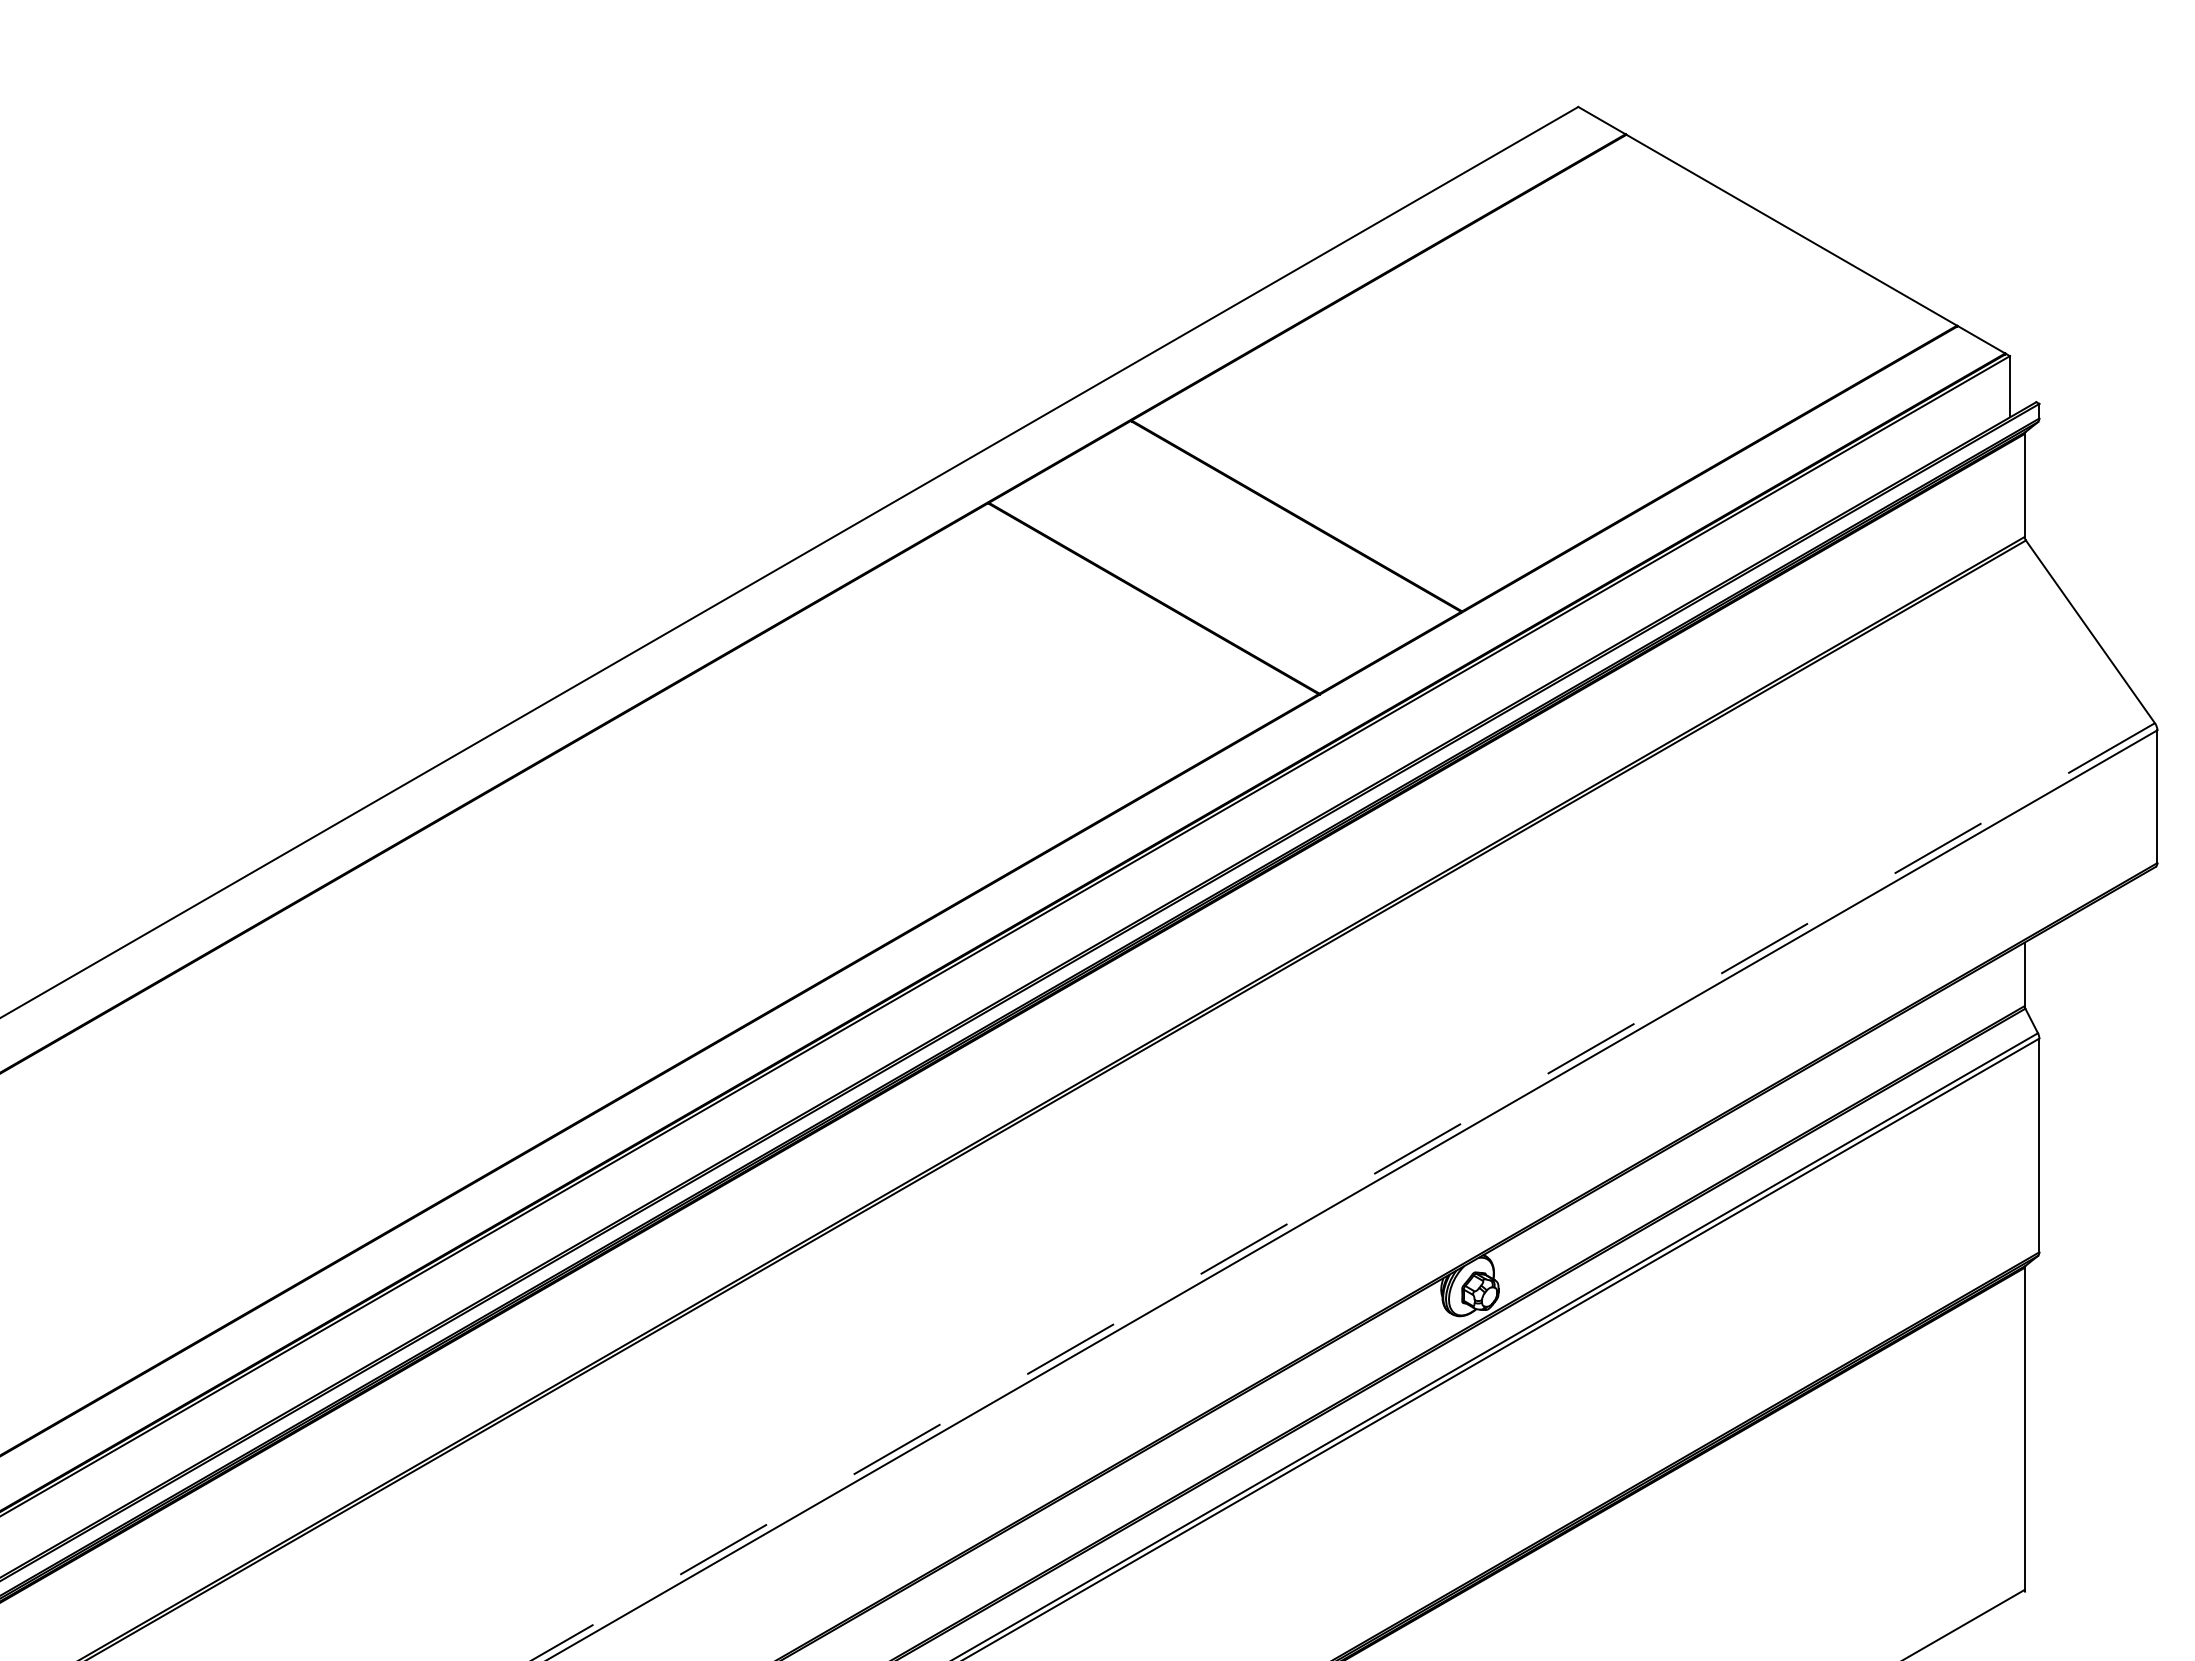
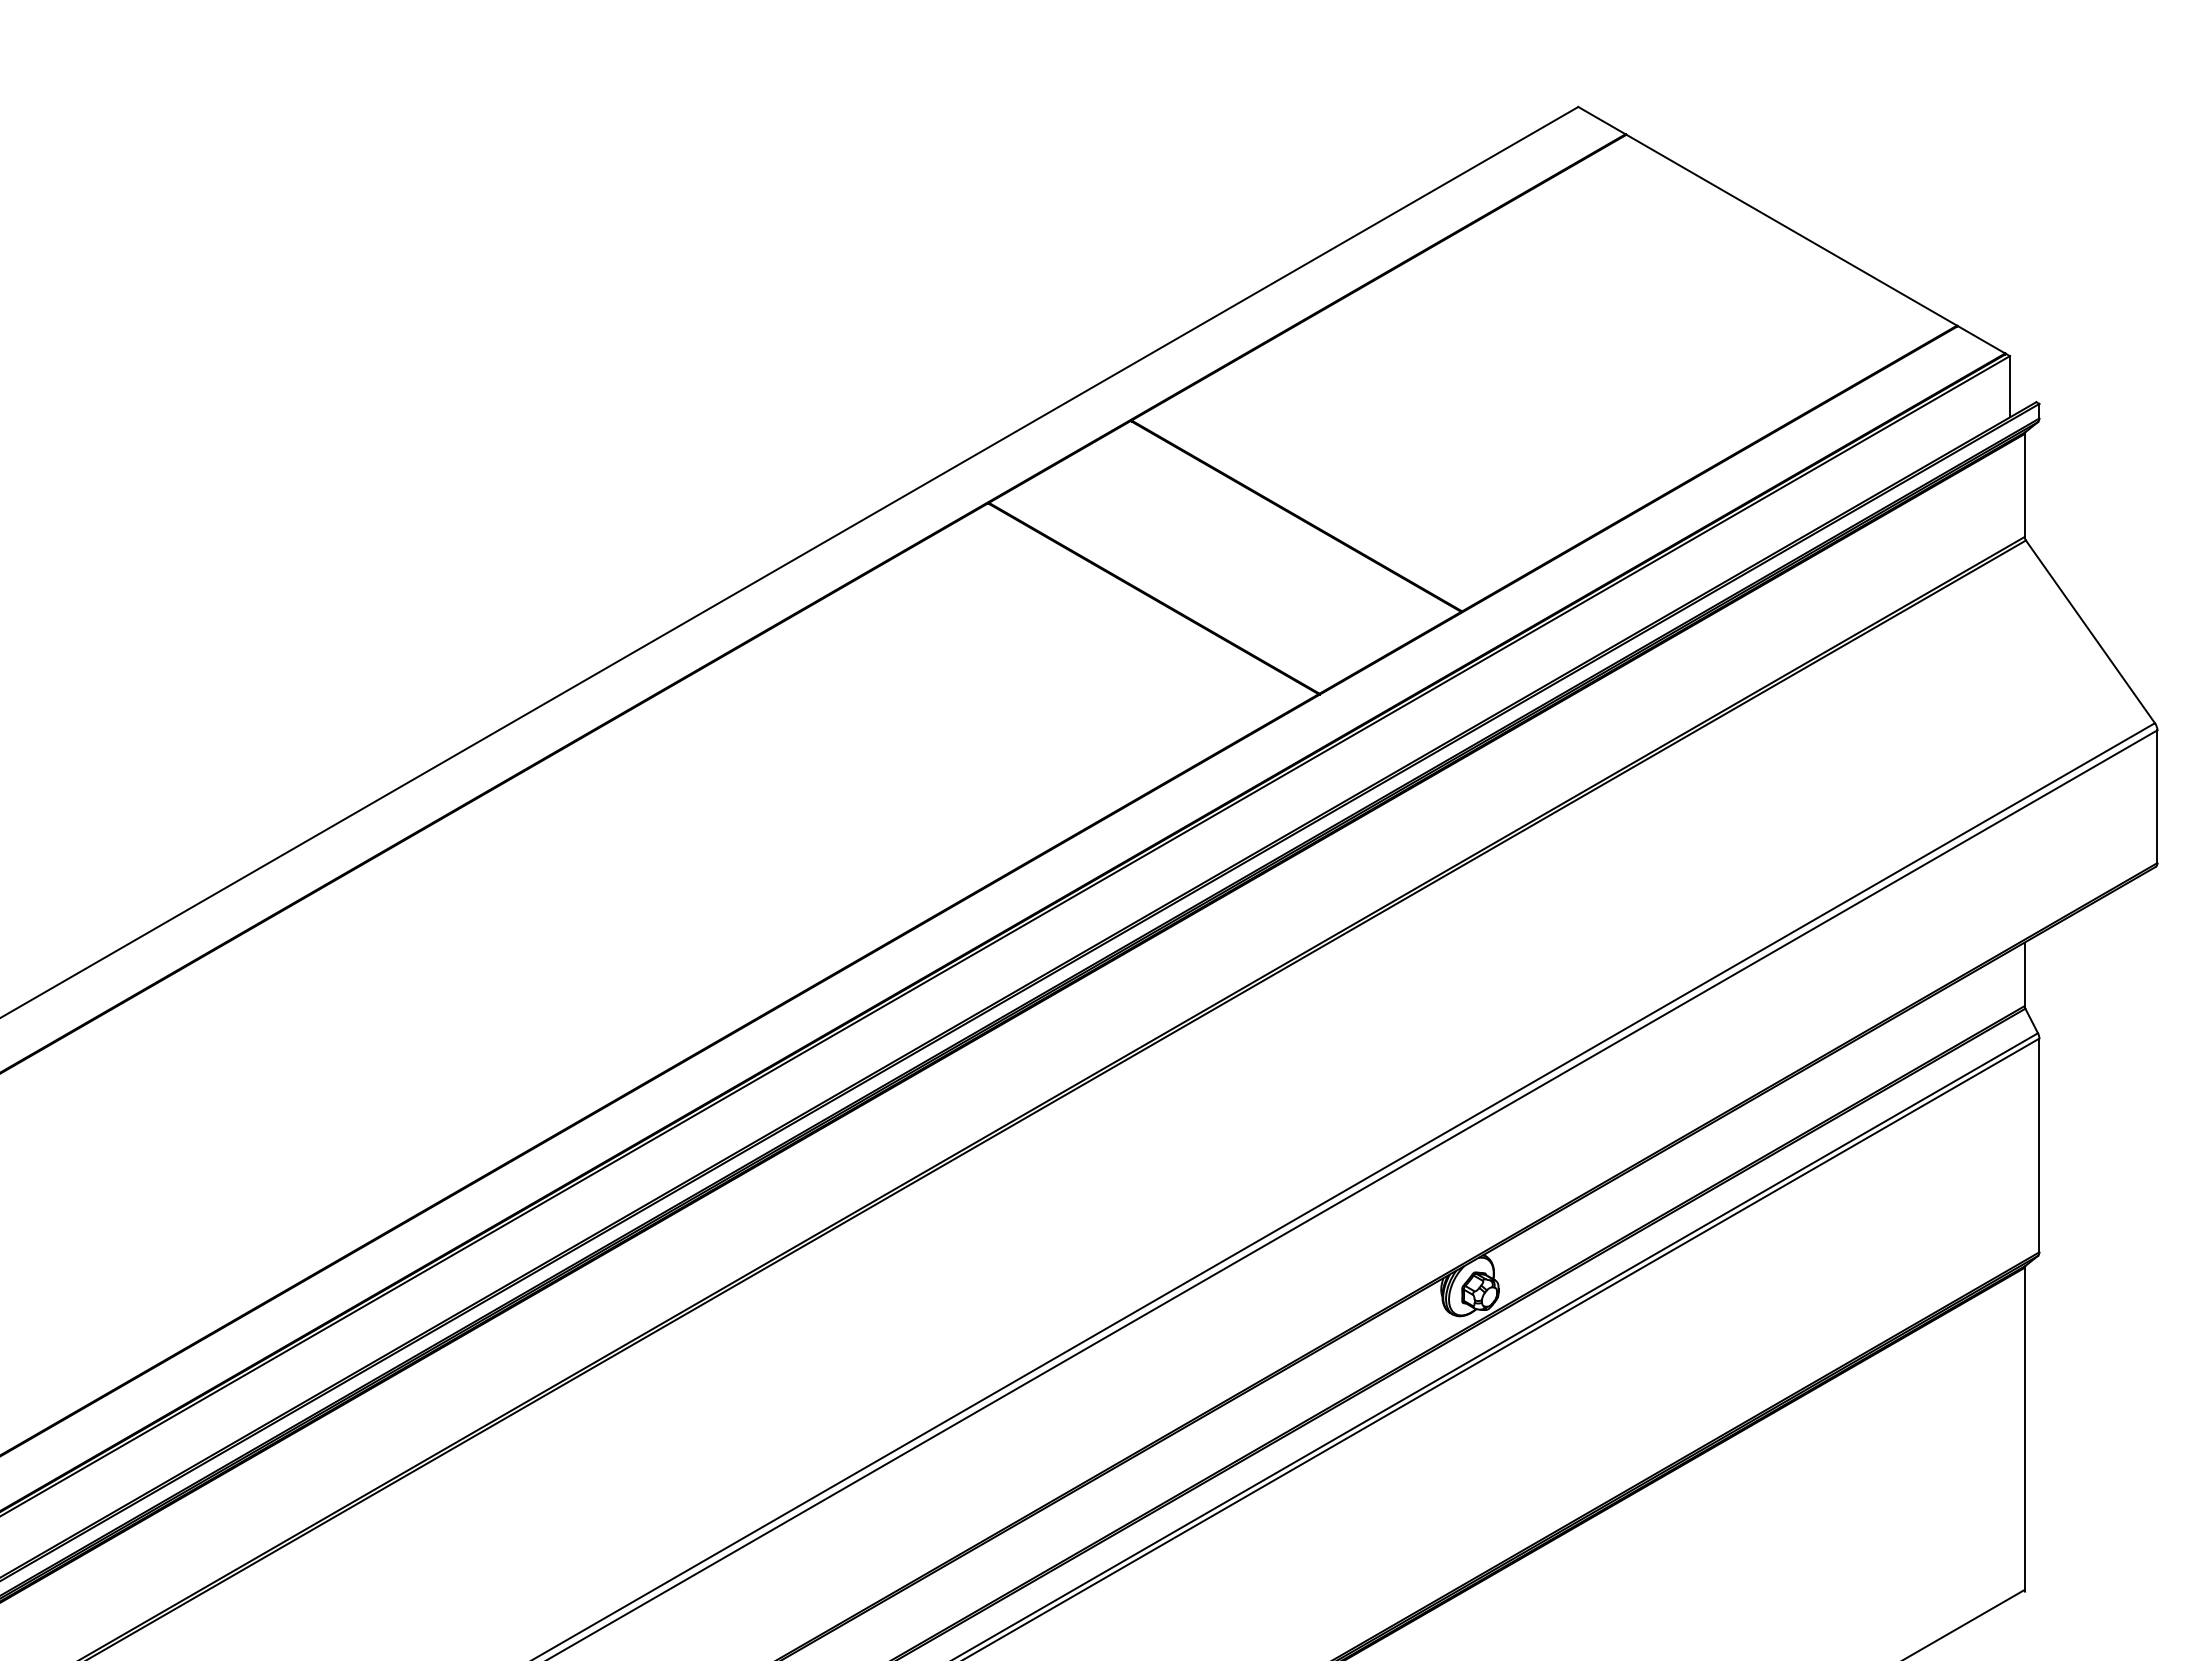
line at (1342, 1192): dashed -> solid
